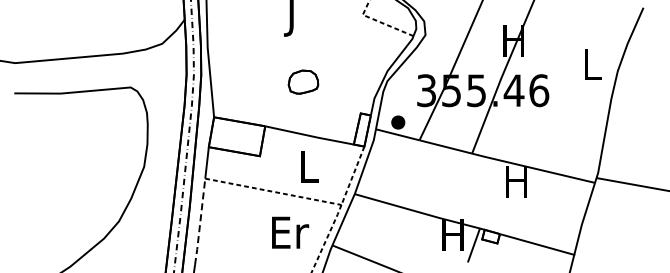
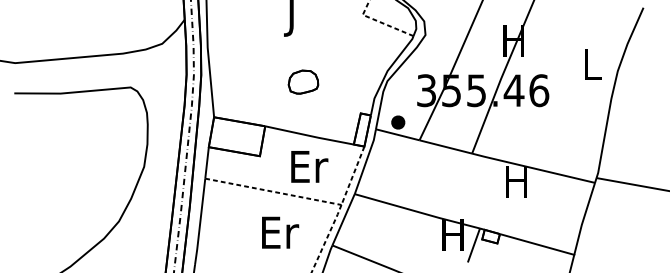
text at (309, 166): L -> Er
line at (200, 221): dashed -> solid
text at (290, 232) position: (290, 232) -> (280, 232)
